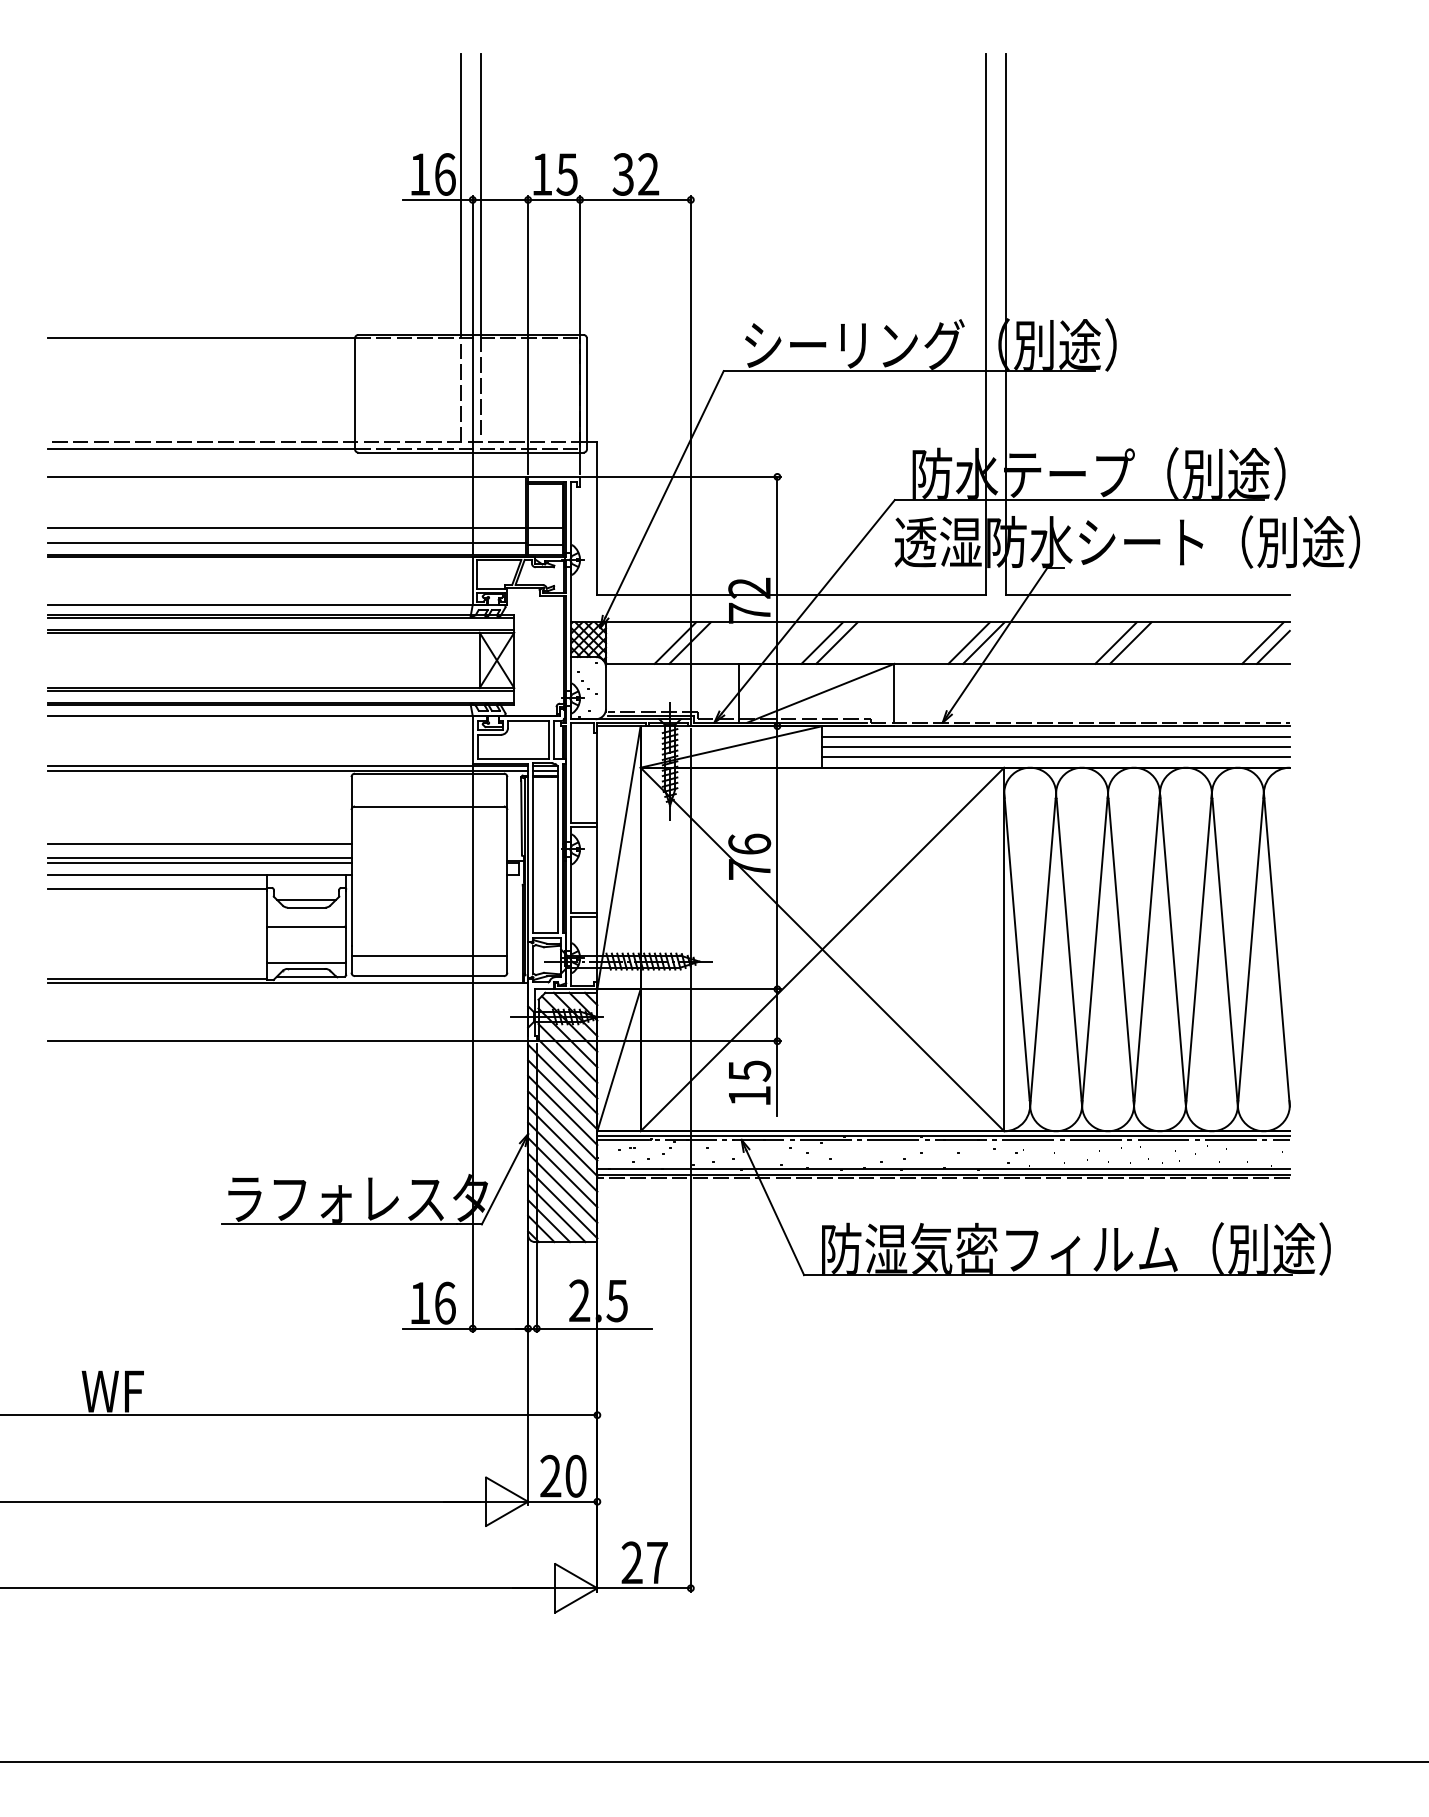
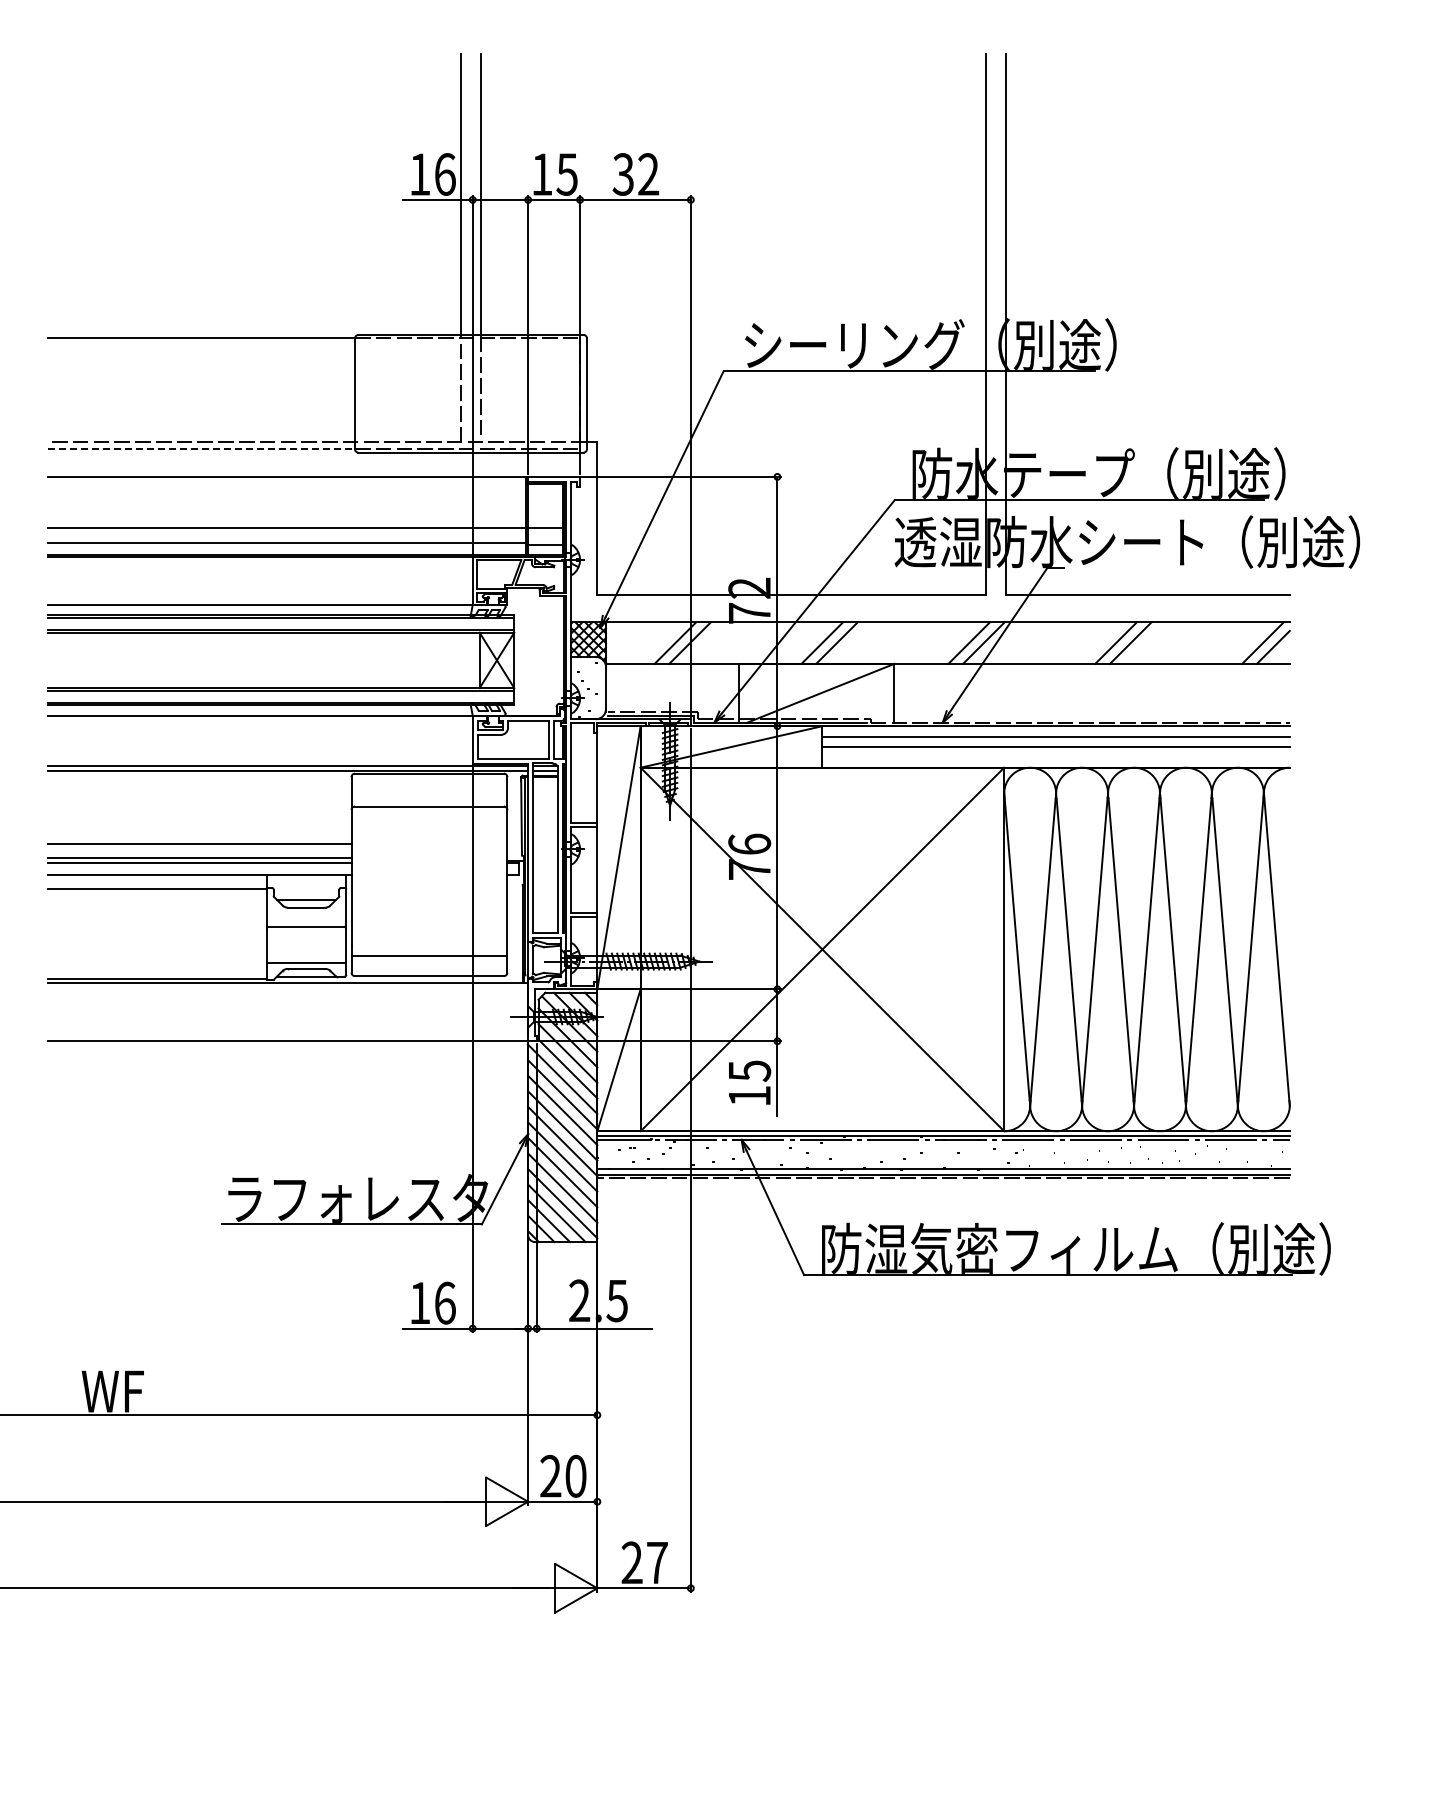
line at (201, 449): solid -> dashed
line at (1055, 757): present -> none
line at (713, 1762): present -> none
